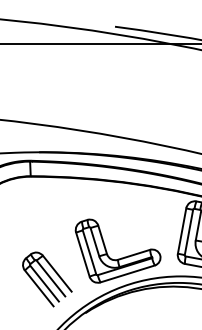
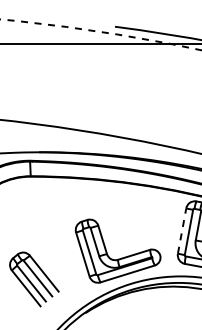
arc at (101, 31): solid -> dashed
line at (182, 230): solid -> dashed
part at (47, 279) position: (47, 279) -> (34, 279)
